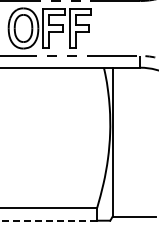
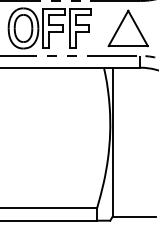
part at (127, 28): none -> present
line at (48, 220): dashed -> solid
